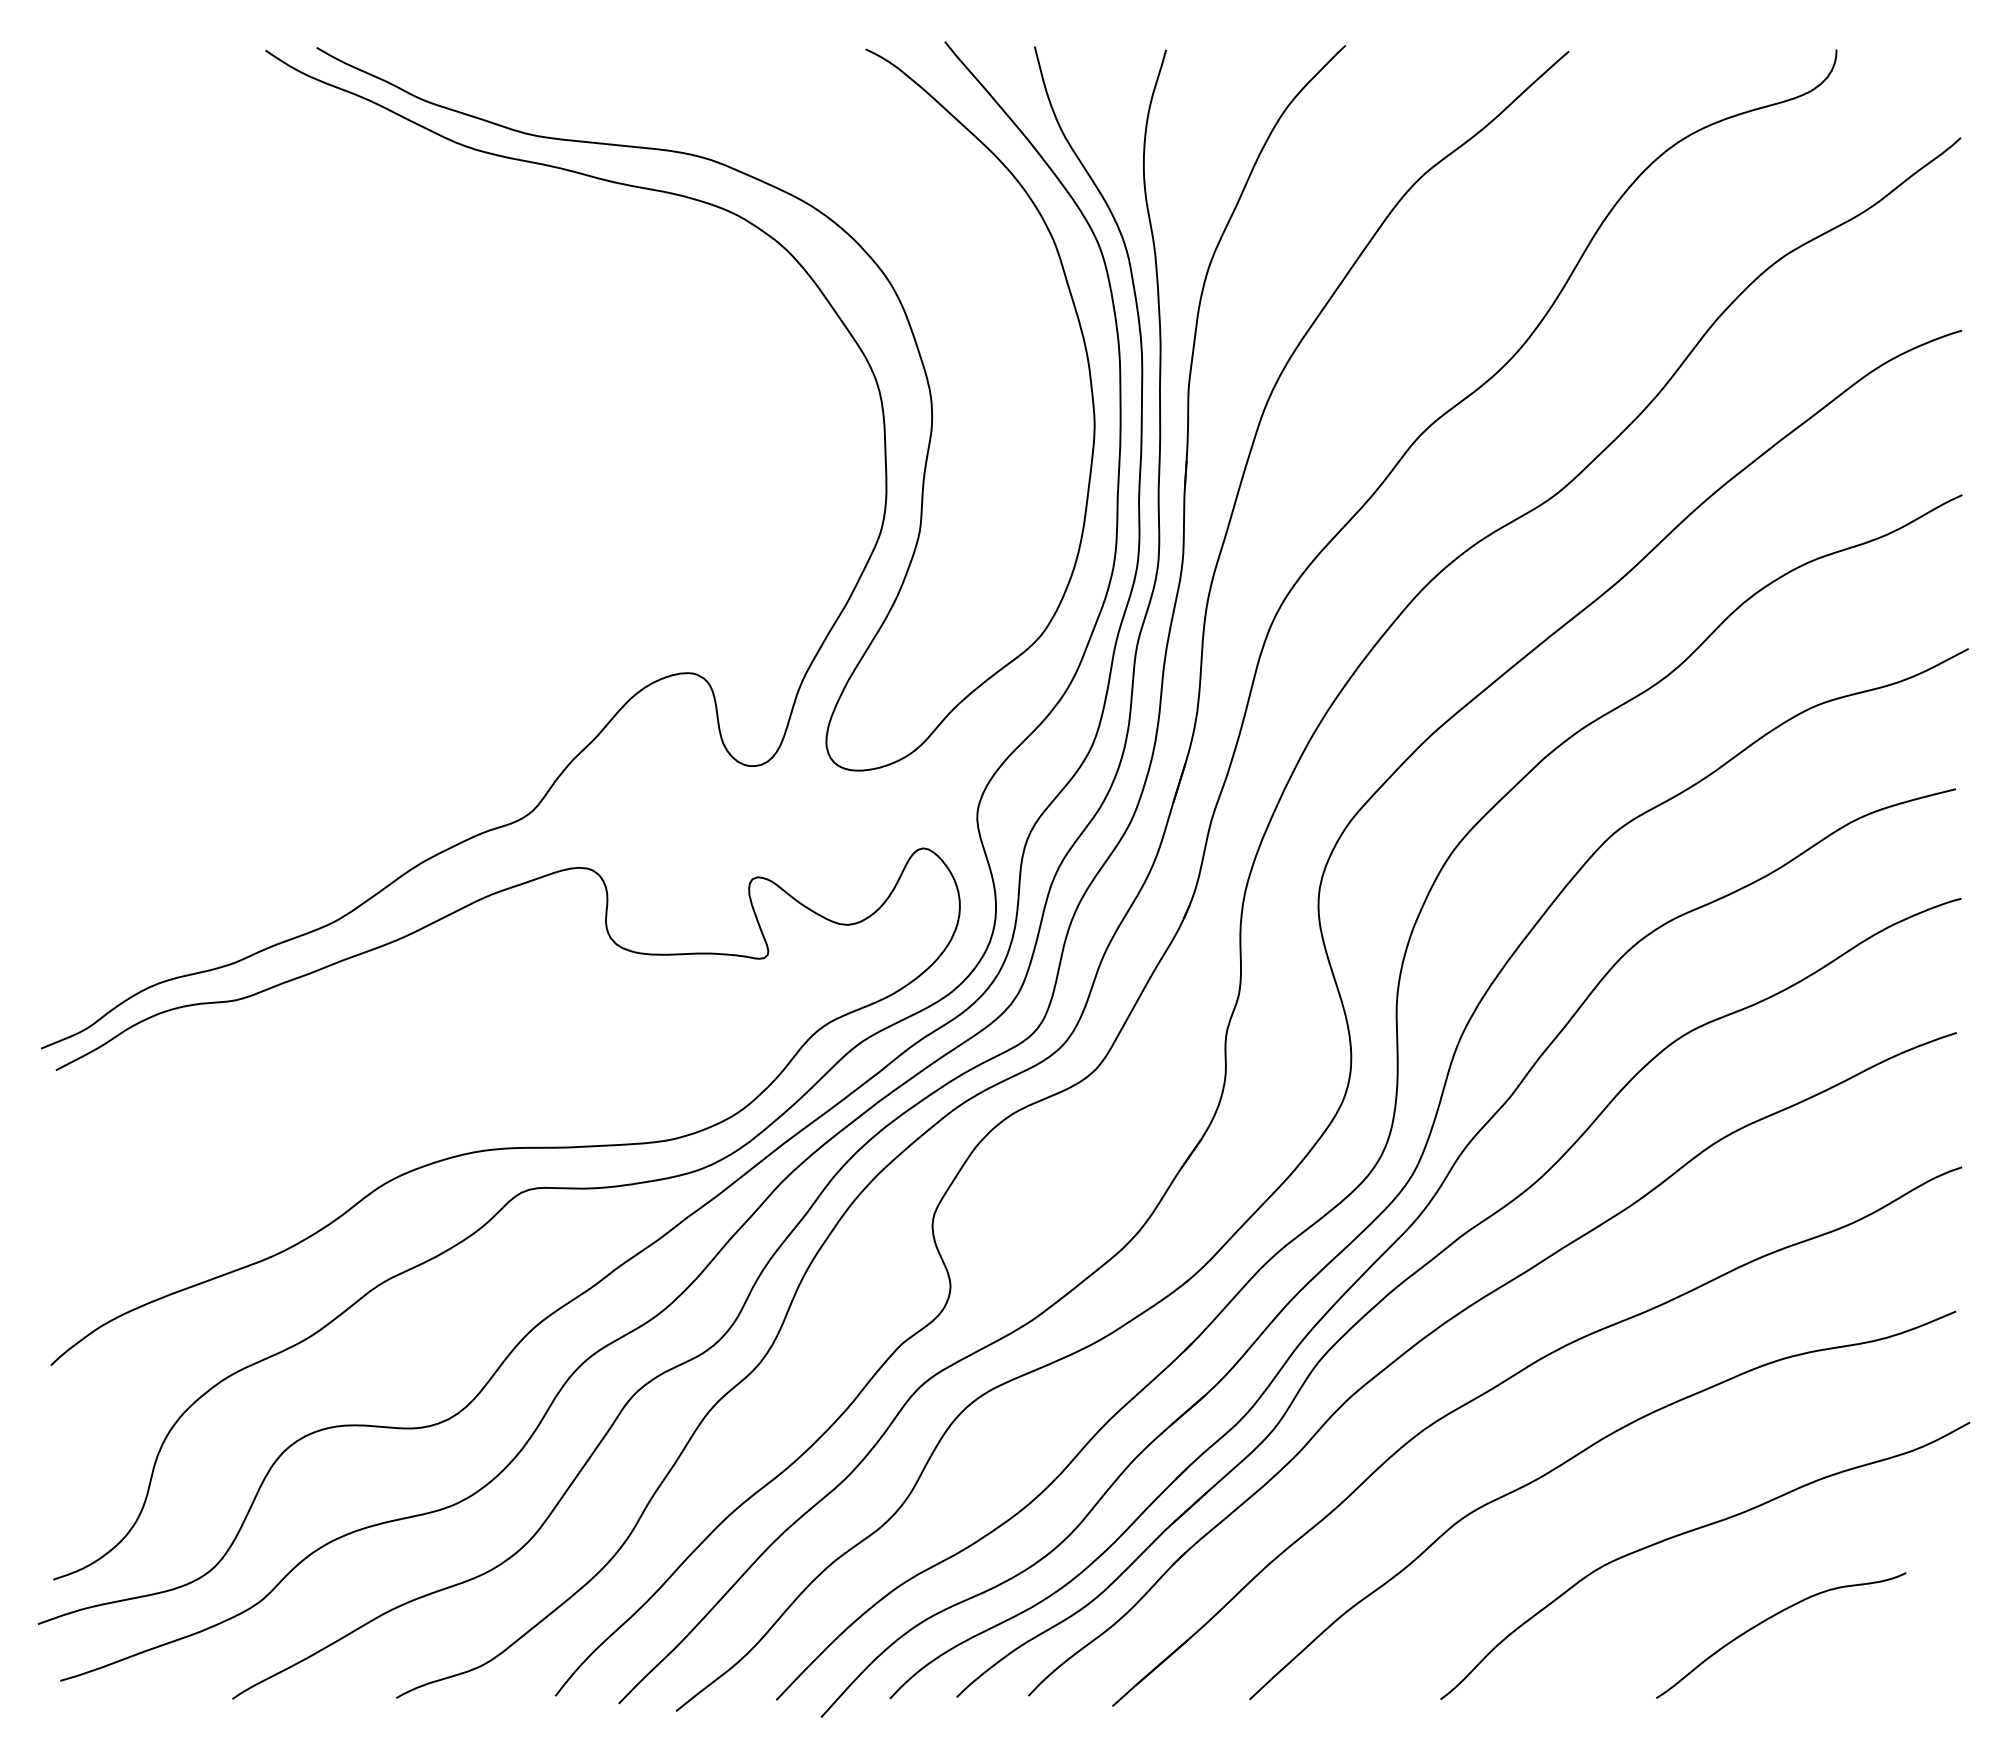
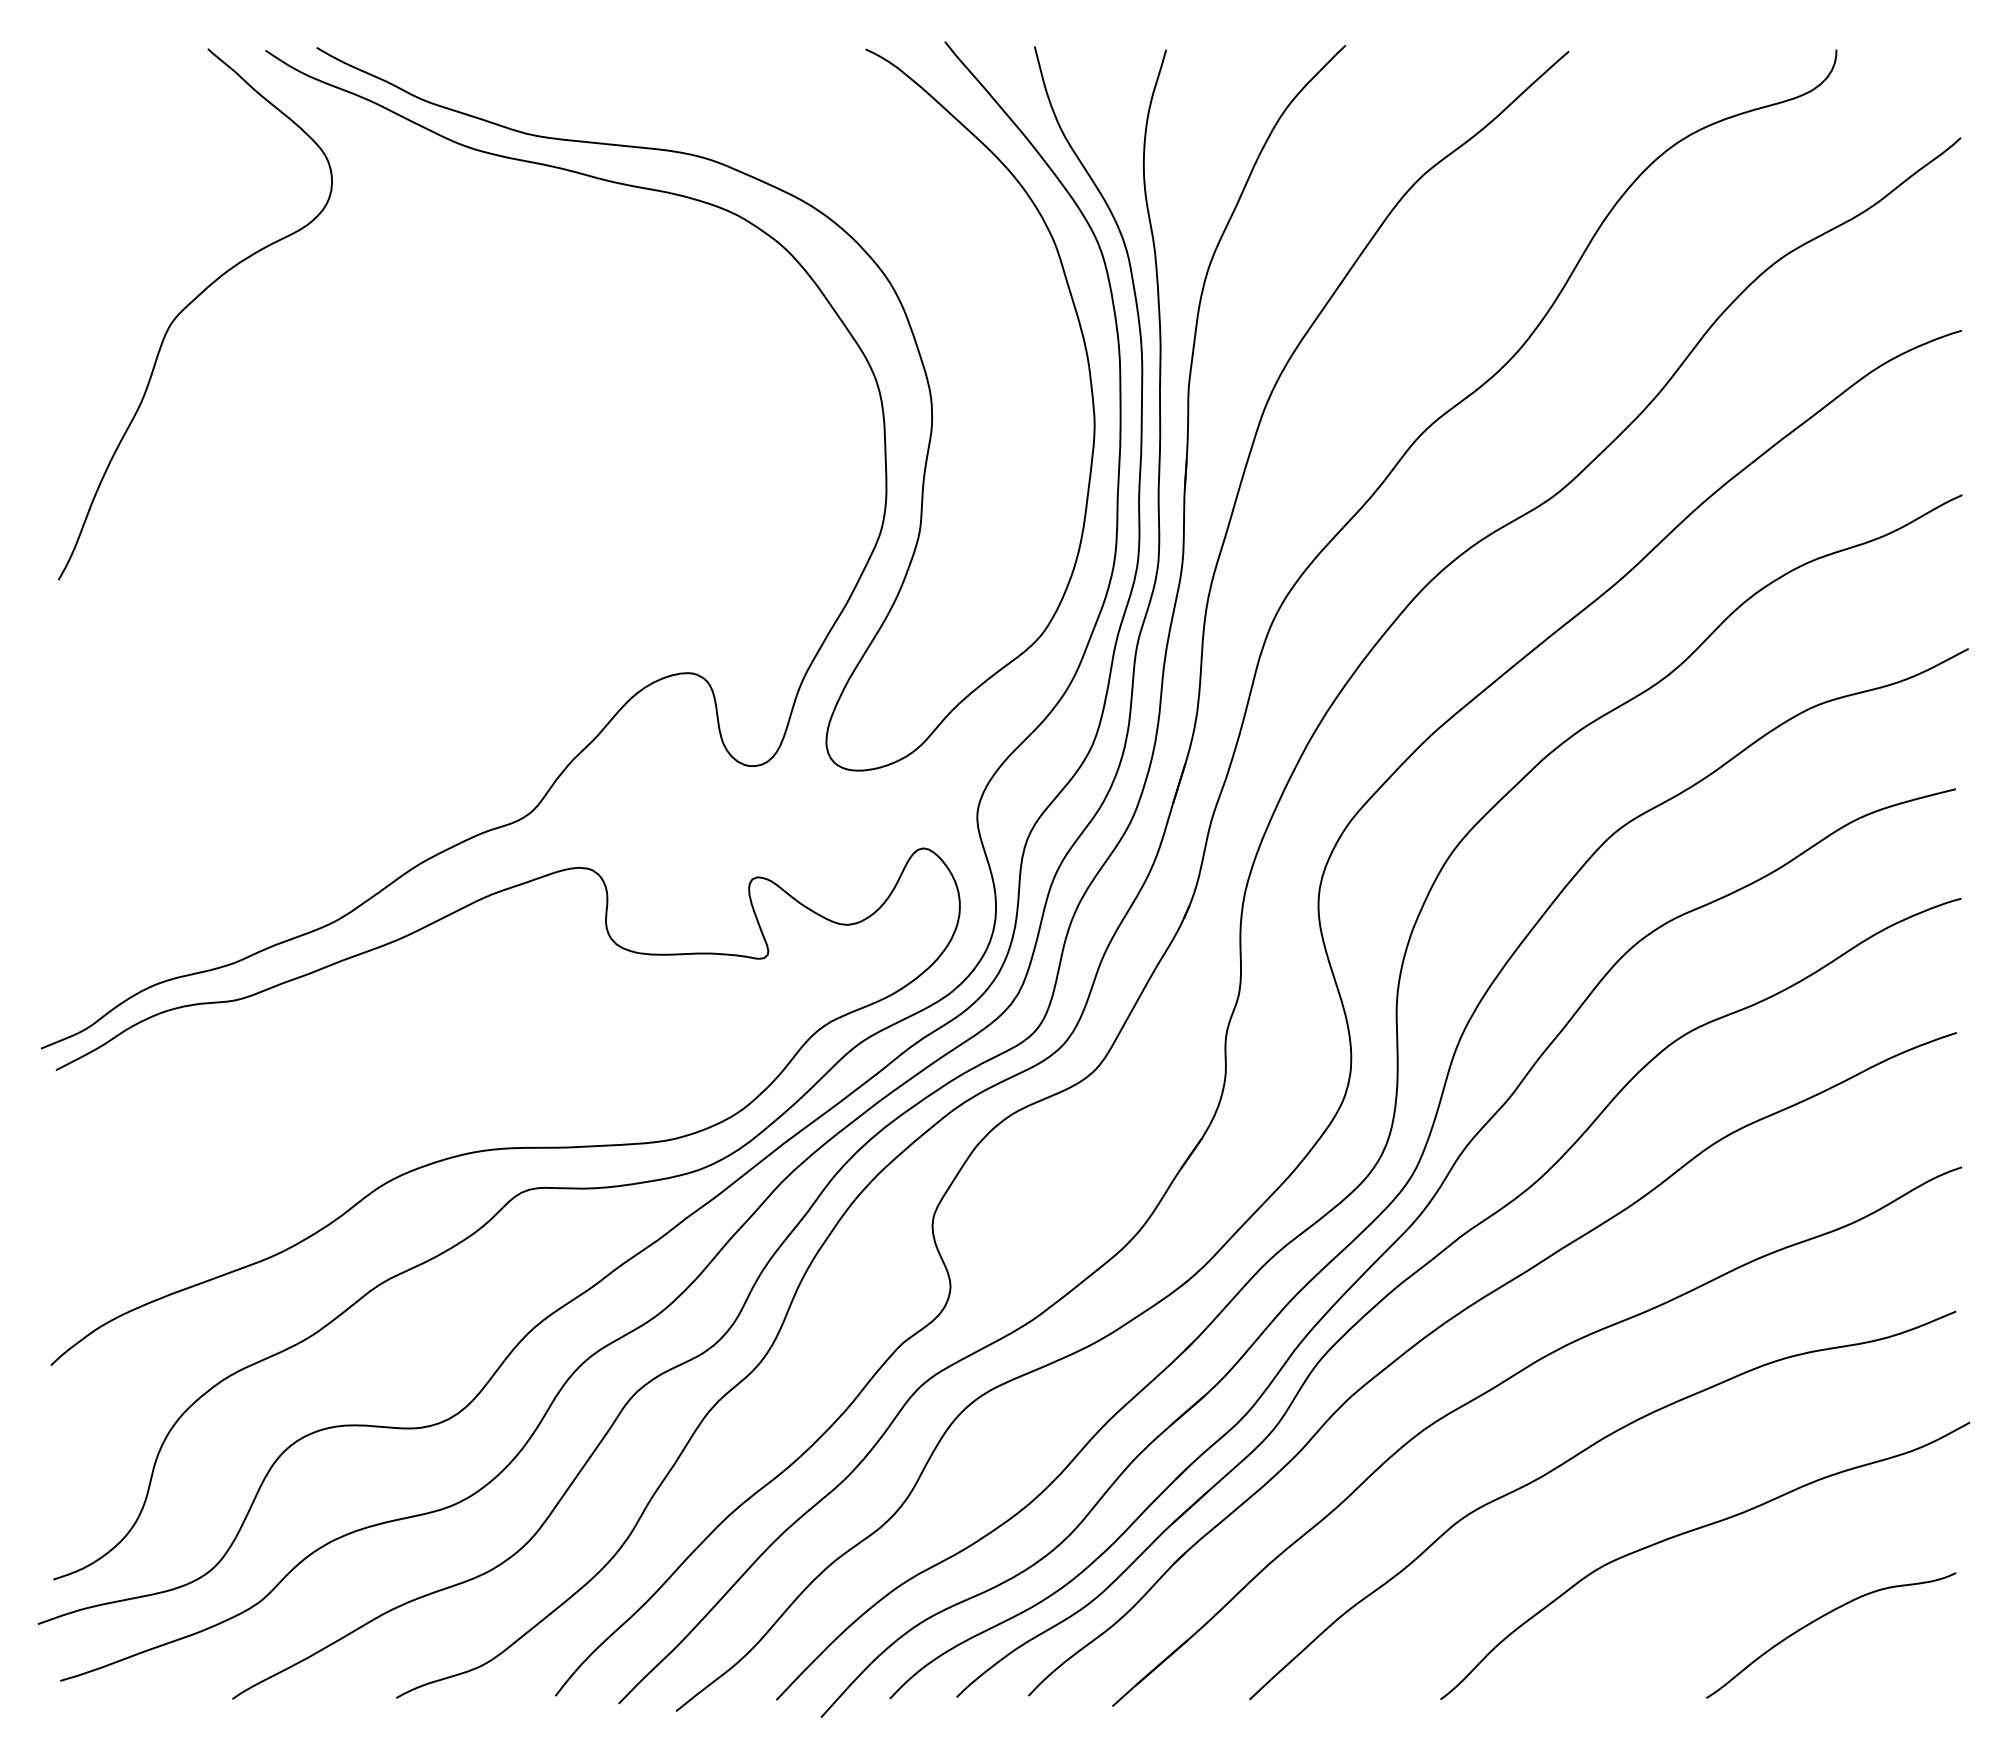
curve at (188, 306): none -> present
curve at (1769, 1619) position: (1769, 1619) -> (1819, 1619)
